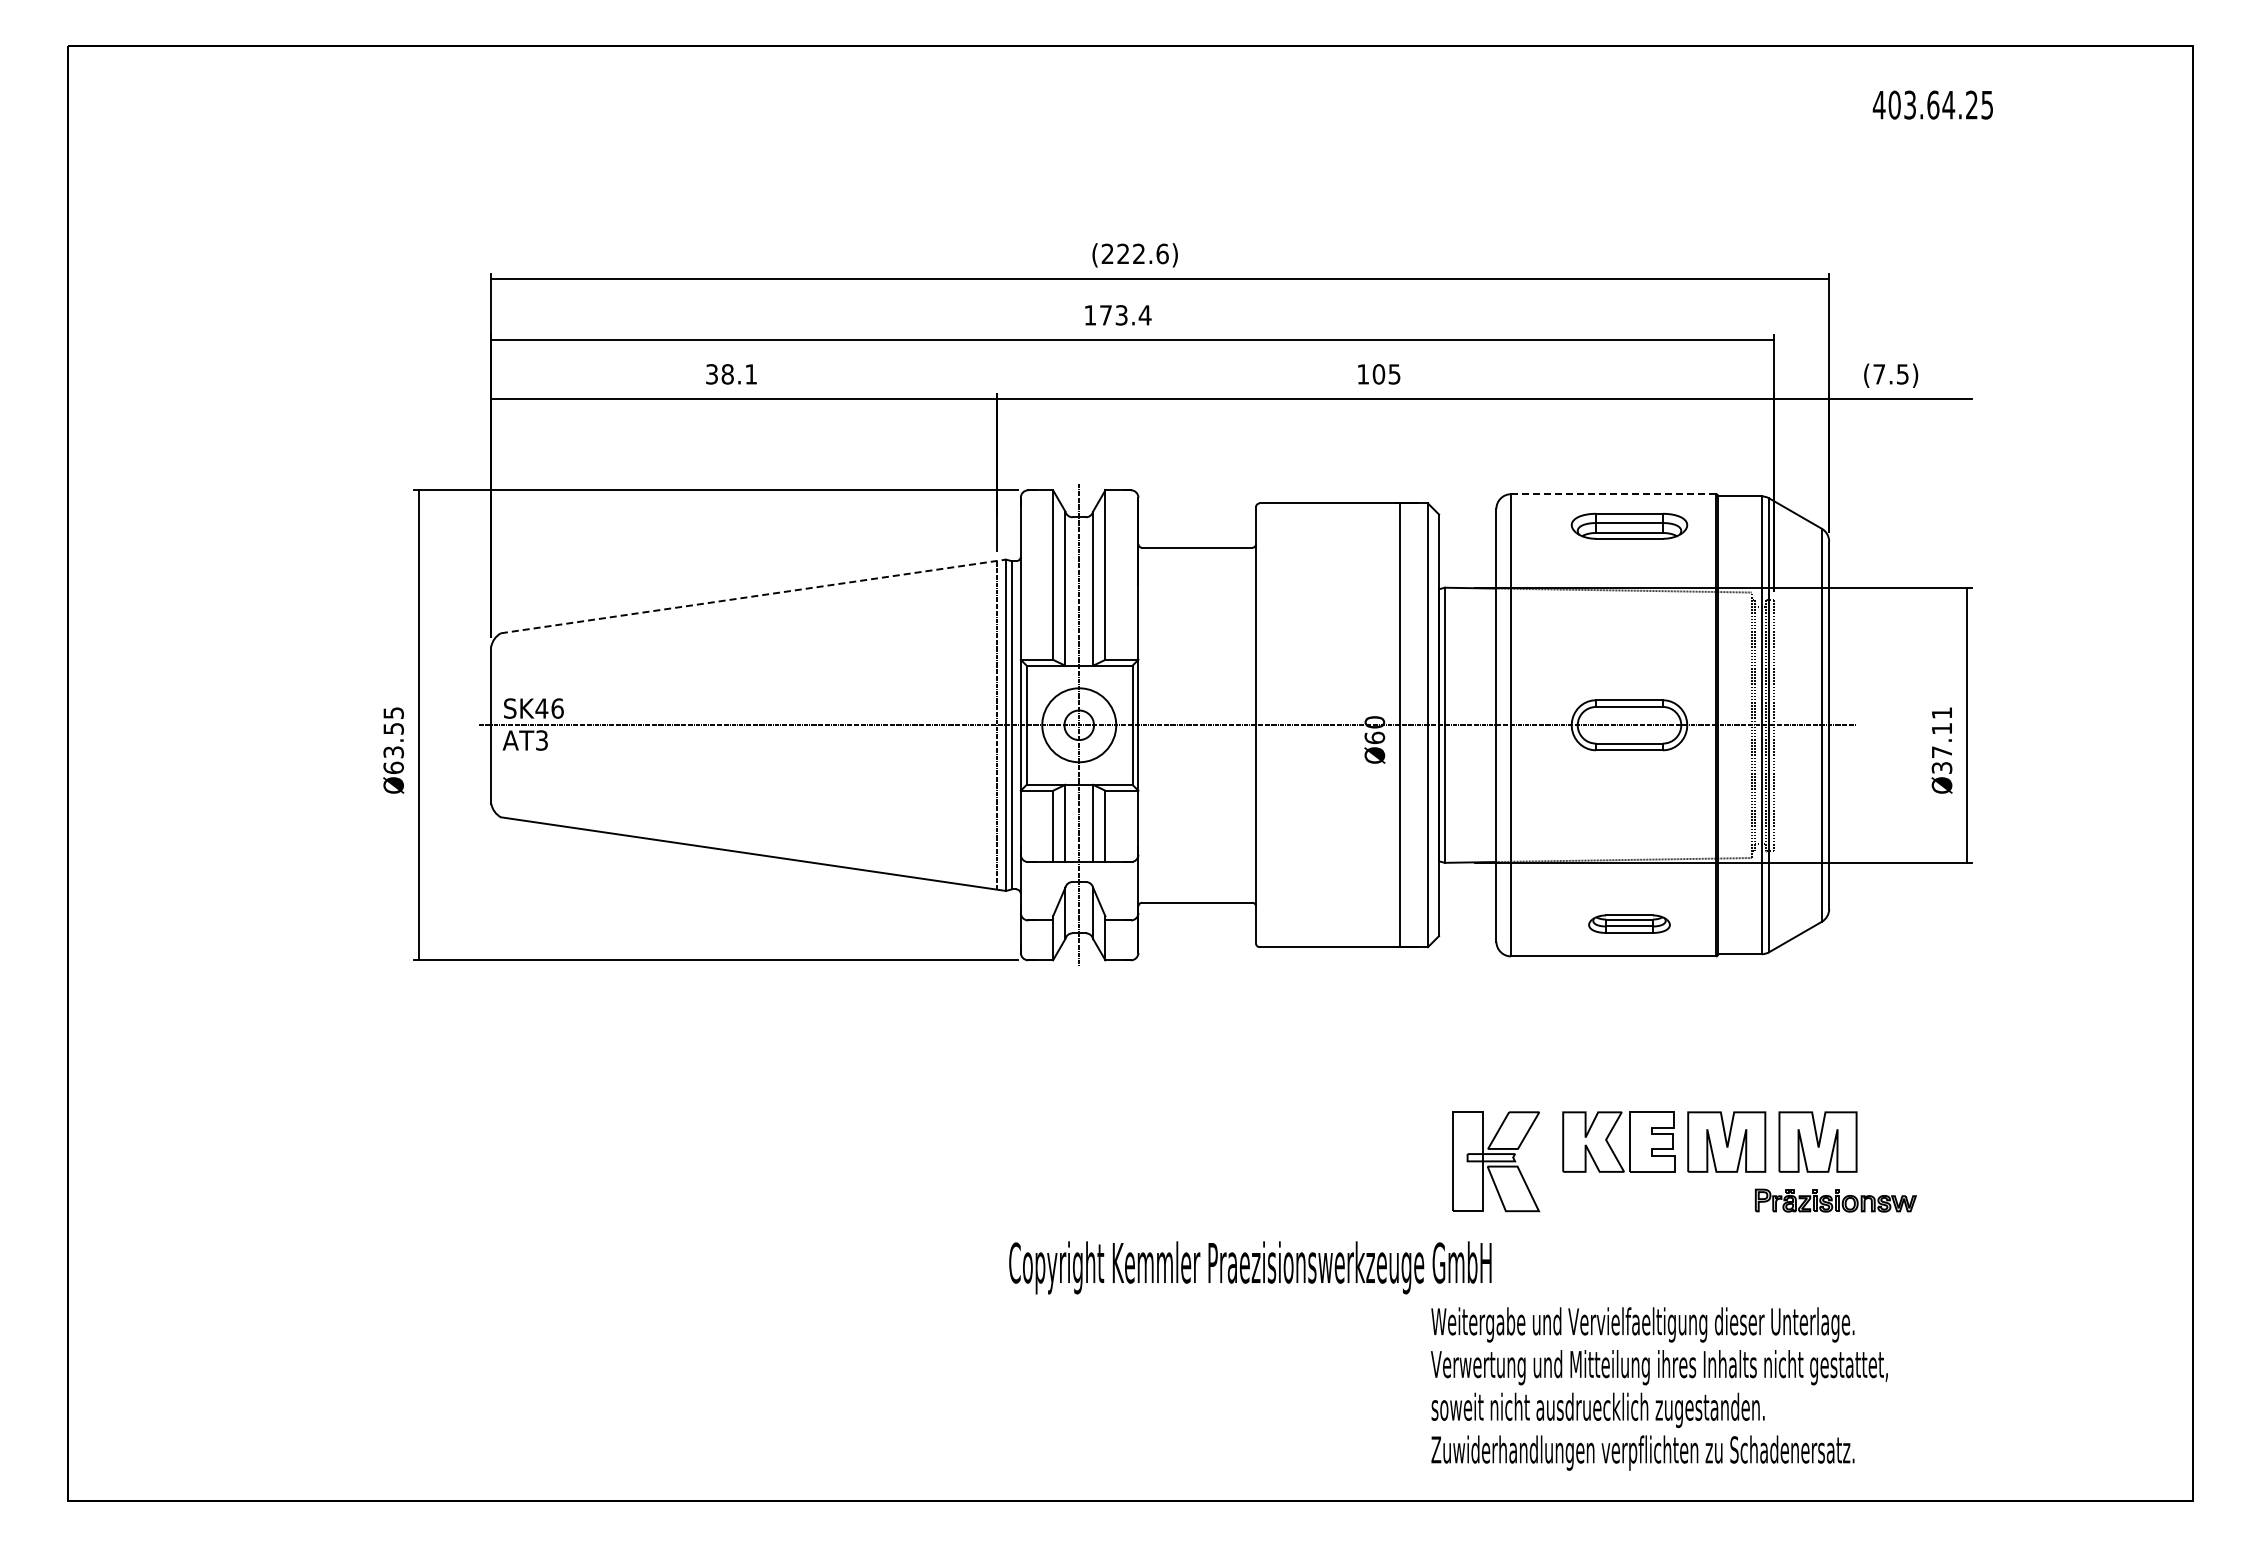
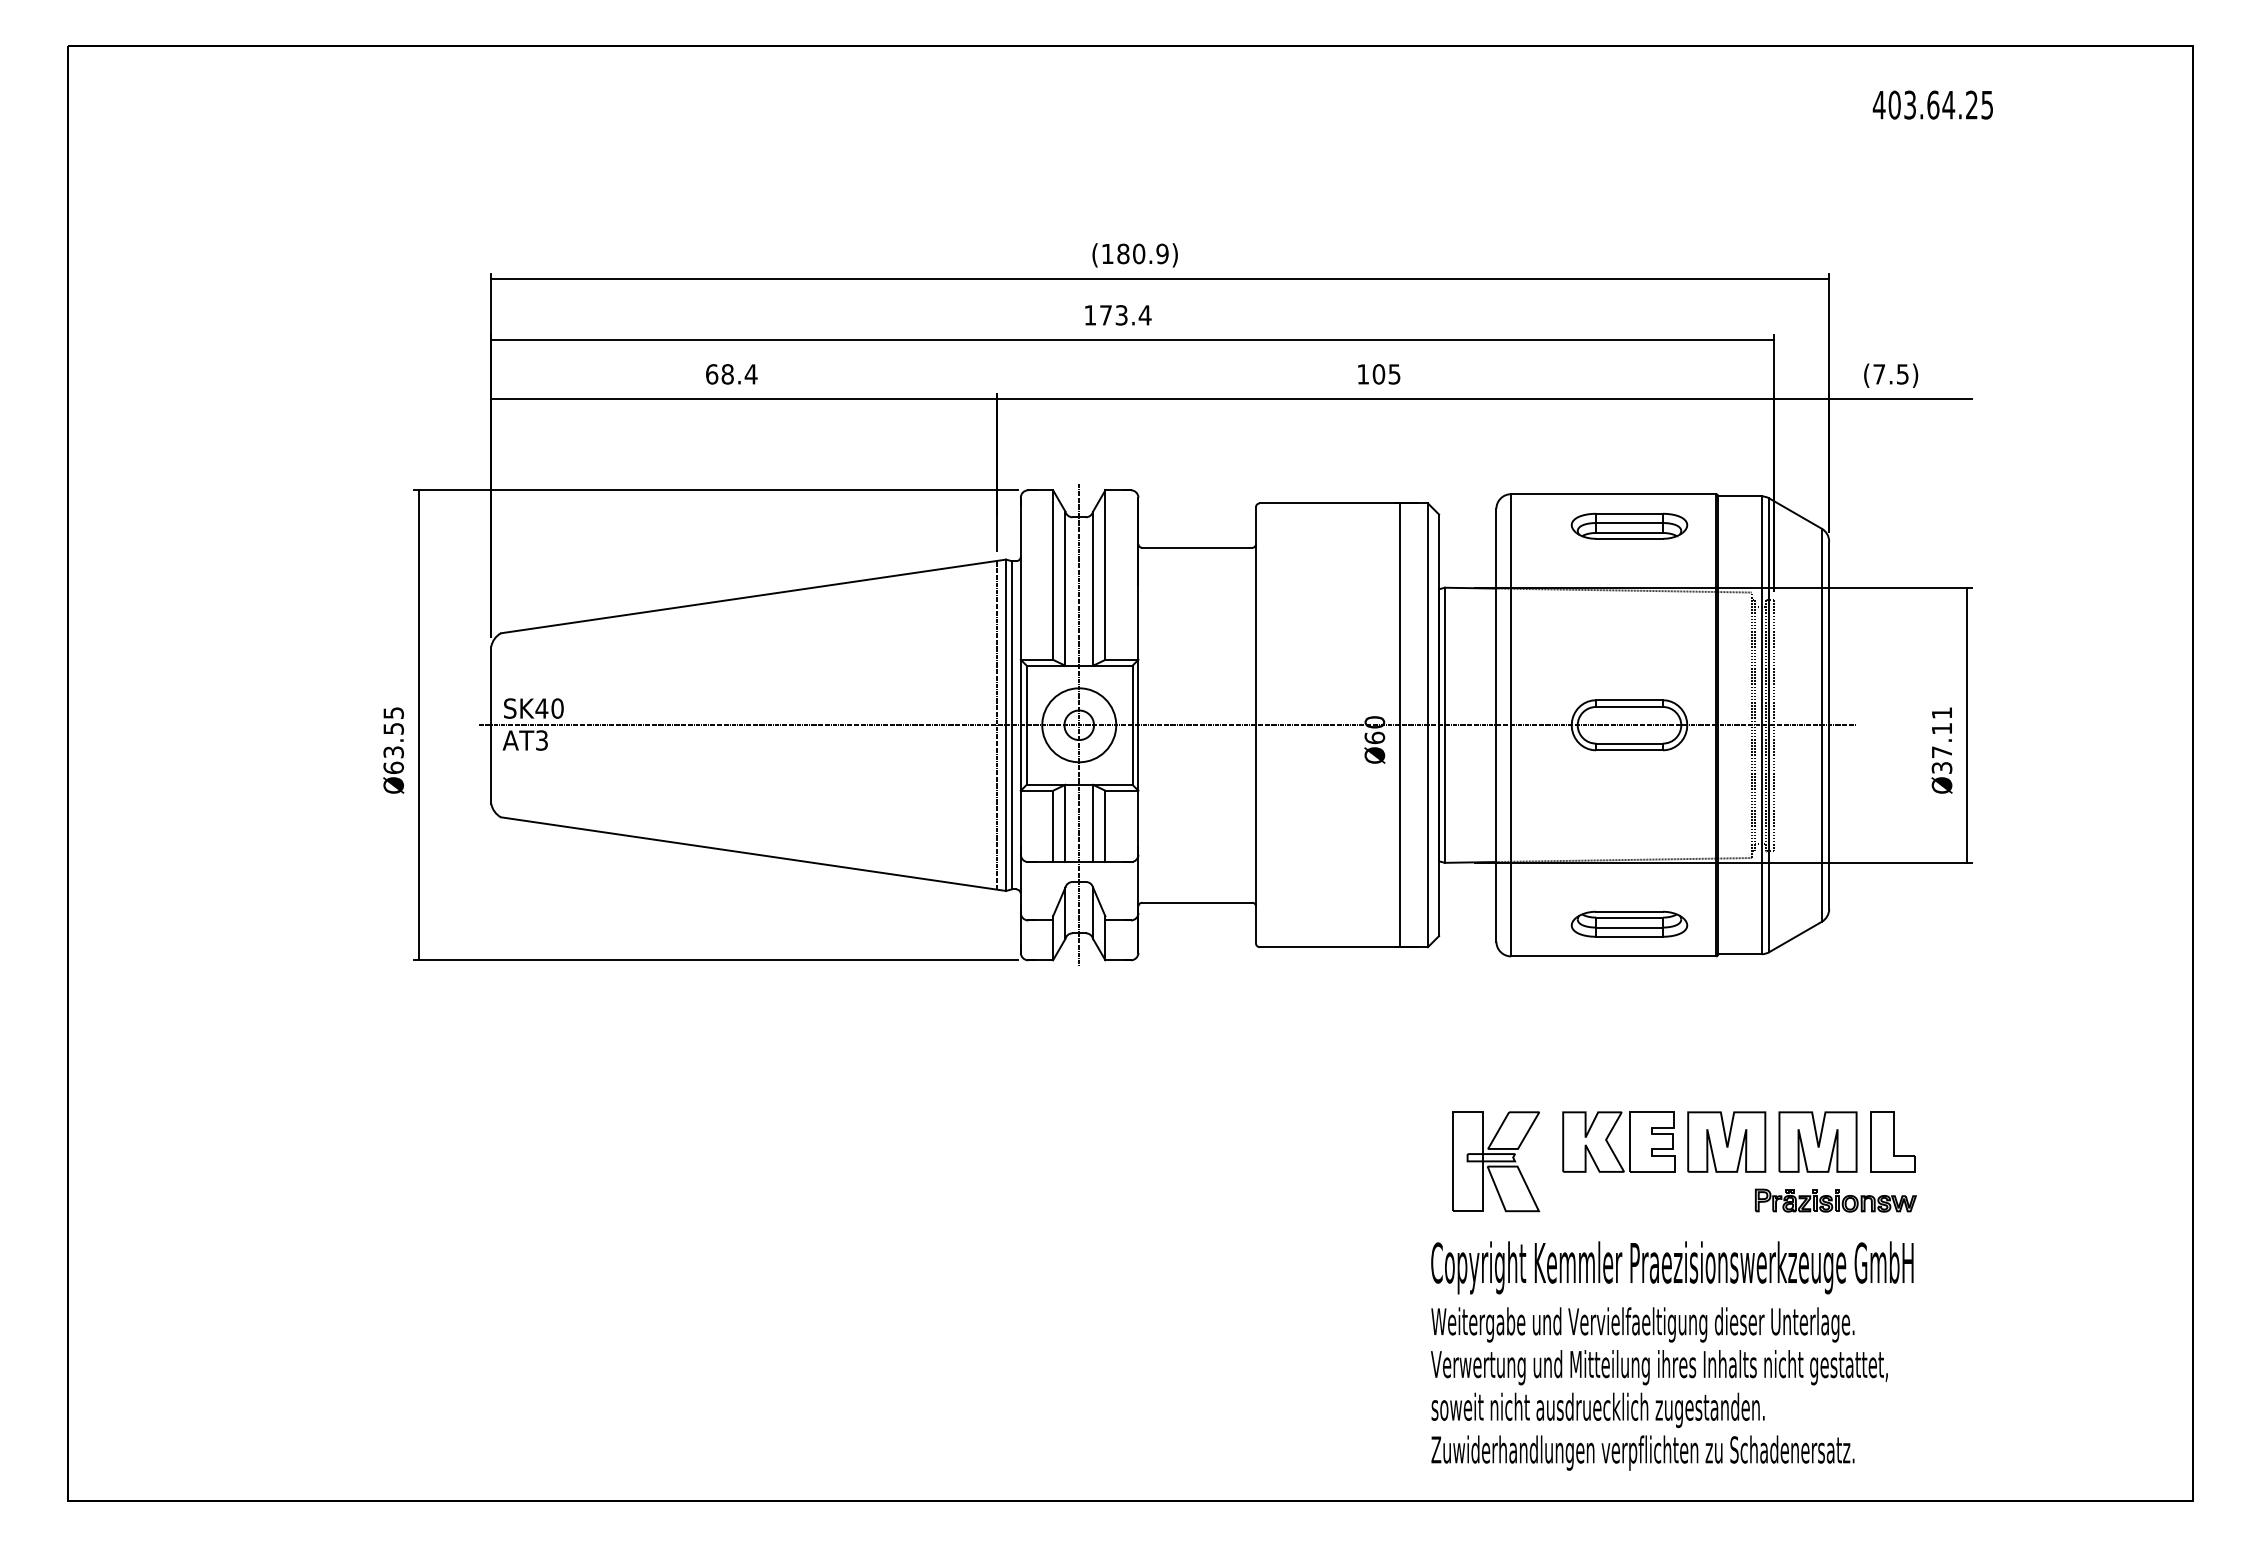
text at (1134, 253): (222.6) -> (180.9)
text at (731, 374): 38.1 -> 68.4
line at (1614, 494): dashed -> solid
line at (753, 596): dashed -> solid
text at (557, 708): SK46 -> SK40
part at (1629, 923) size: 83x20 px -> 119x28 px
part at (1892, 1141): none -> present
text at (1250, 1267) position: (1250, 1267) -> (1672, 1267)
